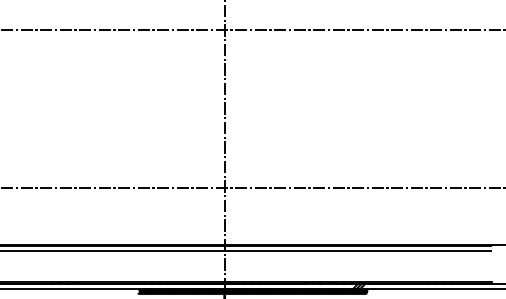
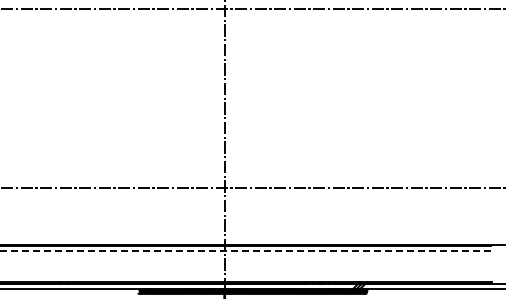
line at (252, 30) position: (252, 30) -> (252, 9)
line at (245, 250): solid -> dashed
